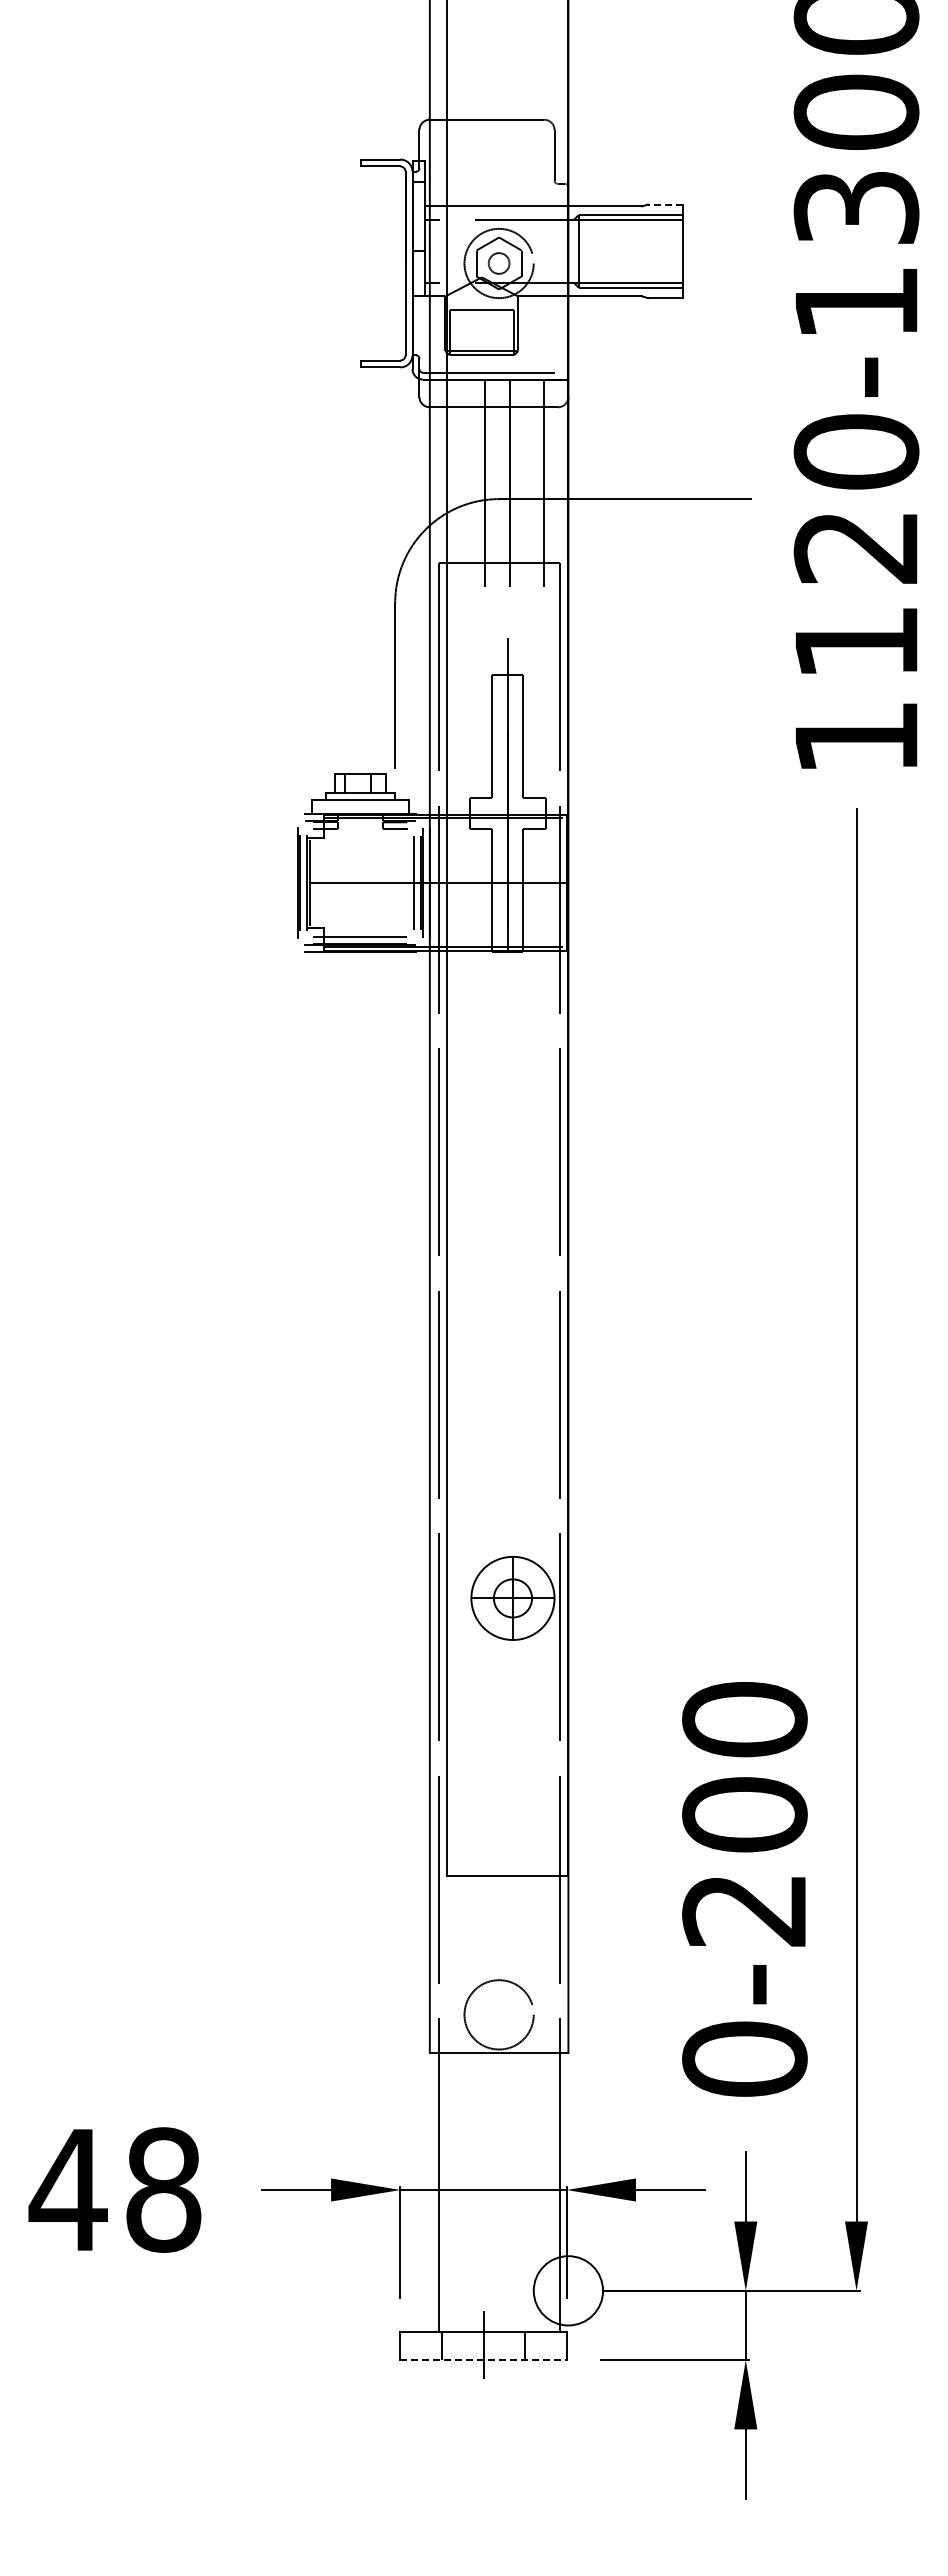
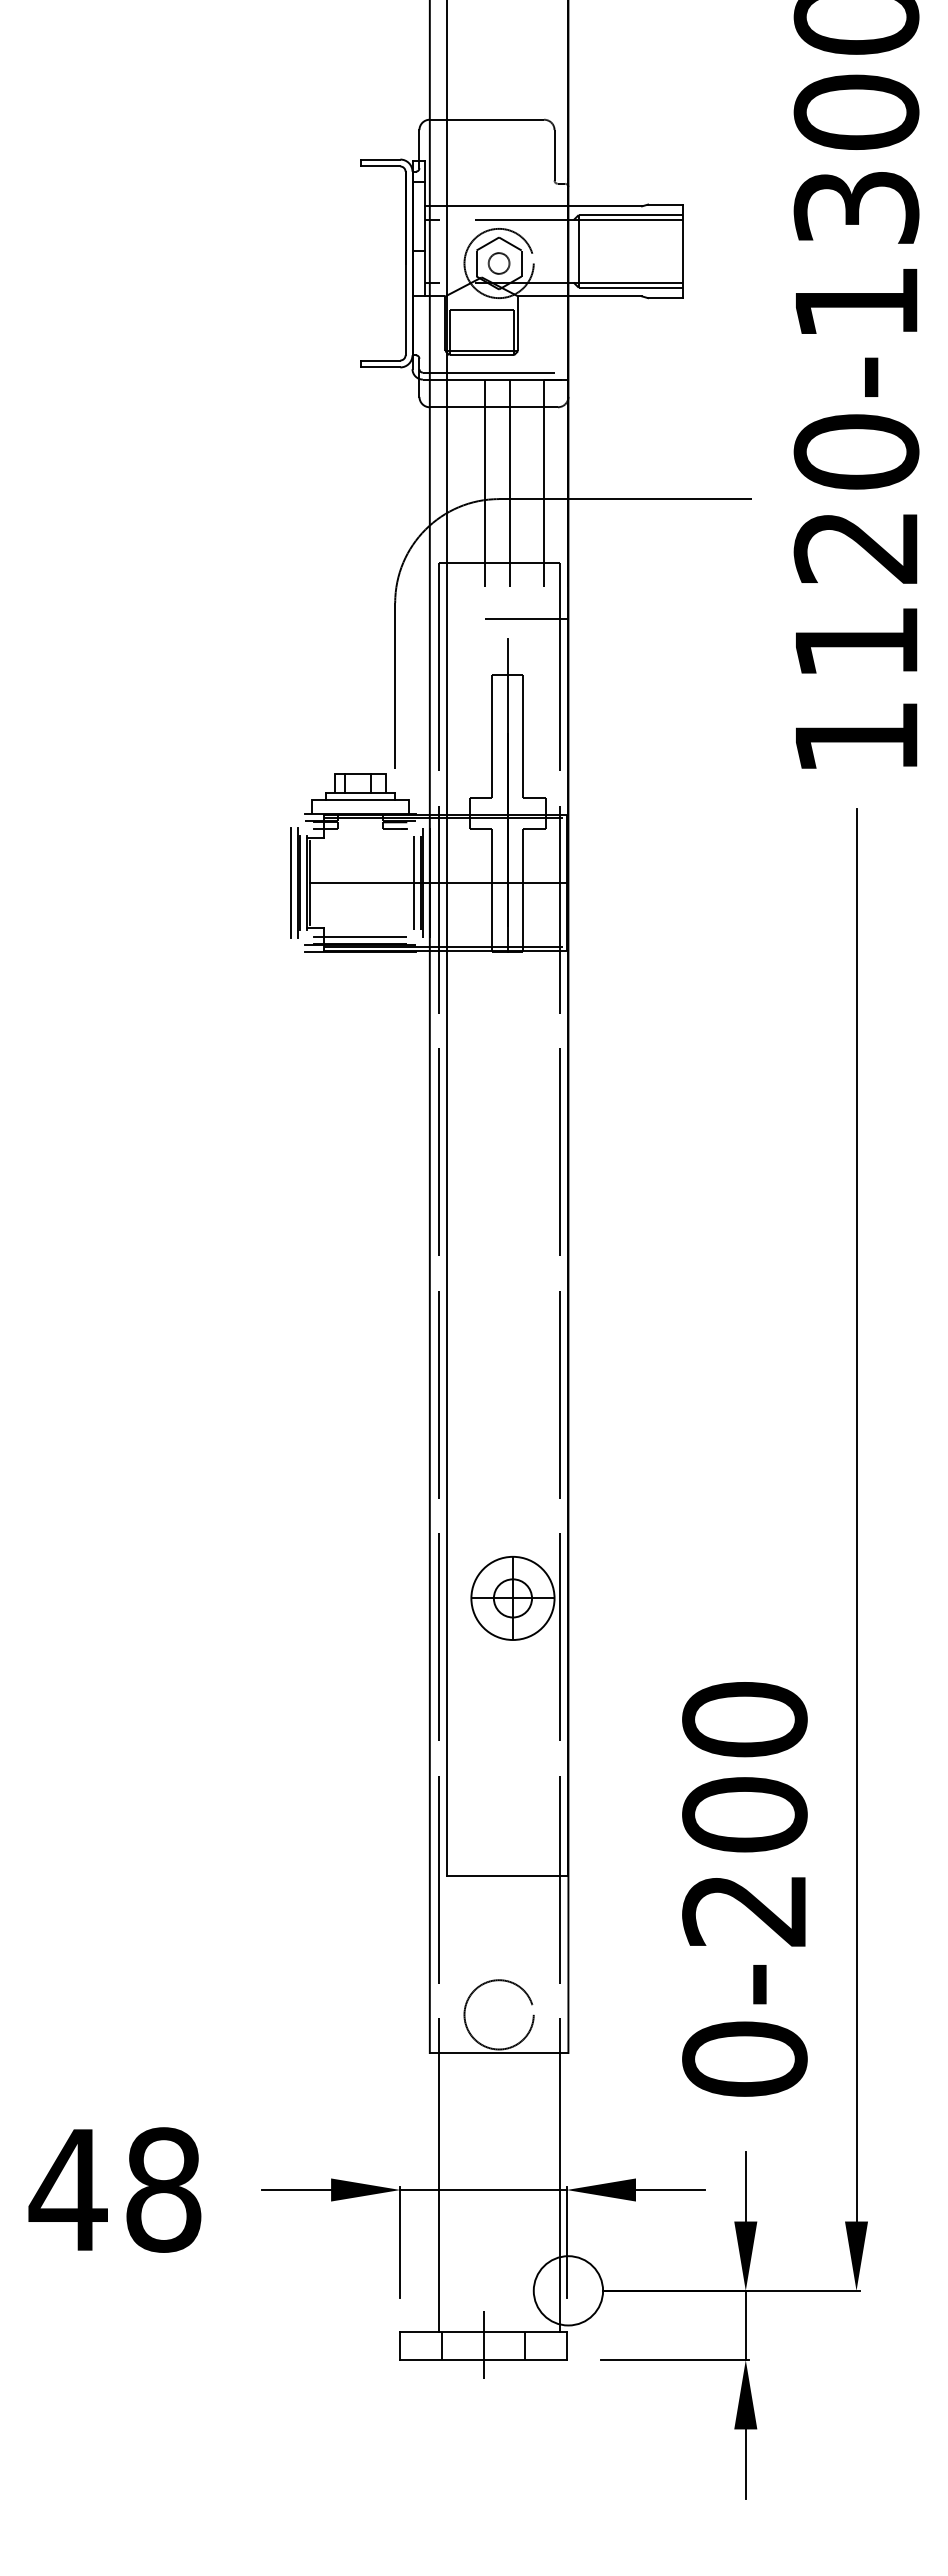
line at (664, 204): dashed -> solid
line at (526, 618): none -> present
line at (291, 882): none -> present
line at (484, 2360): dashed -> solid
